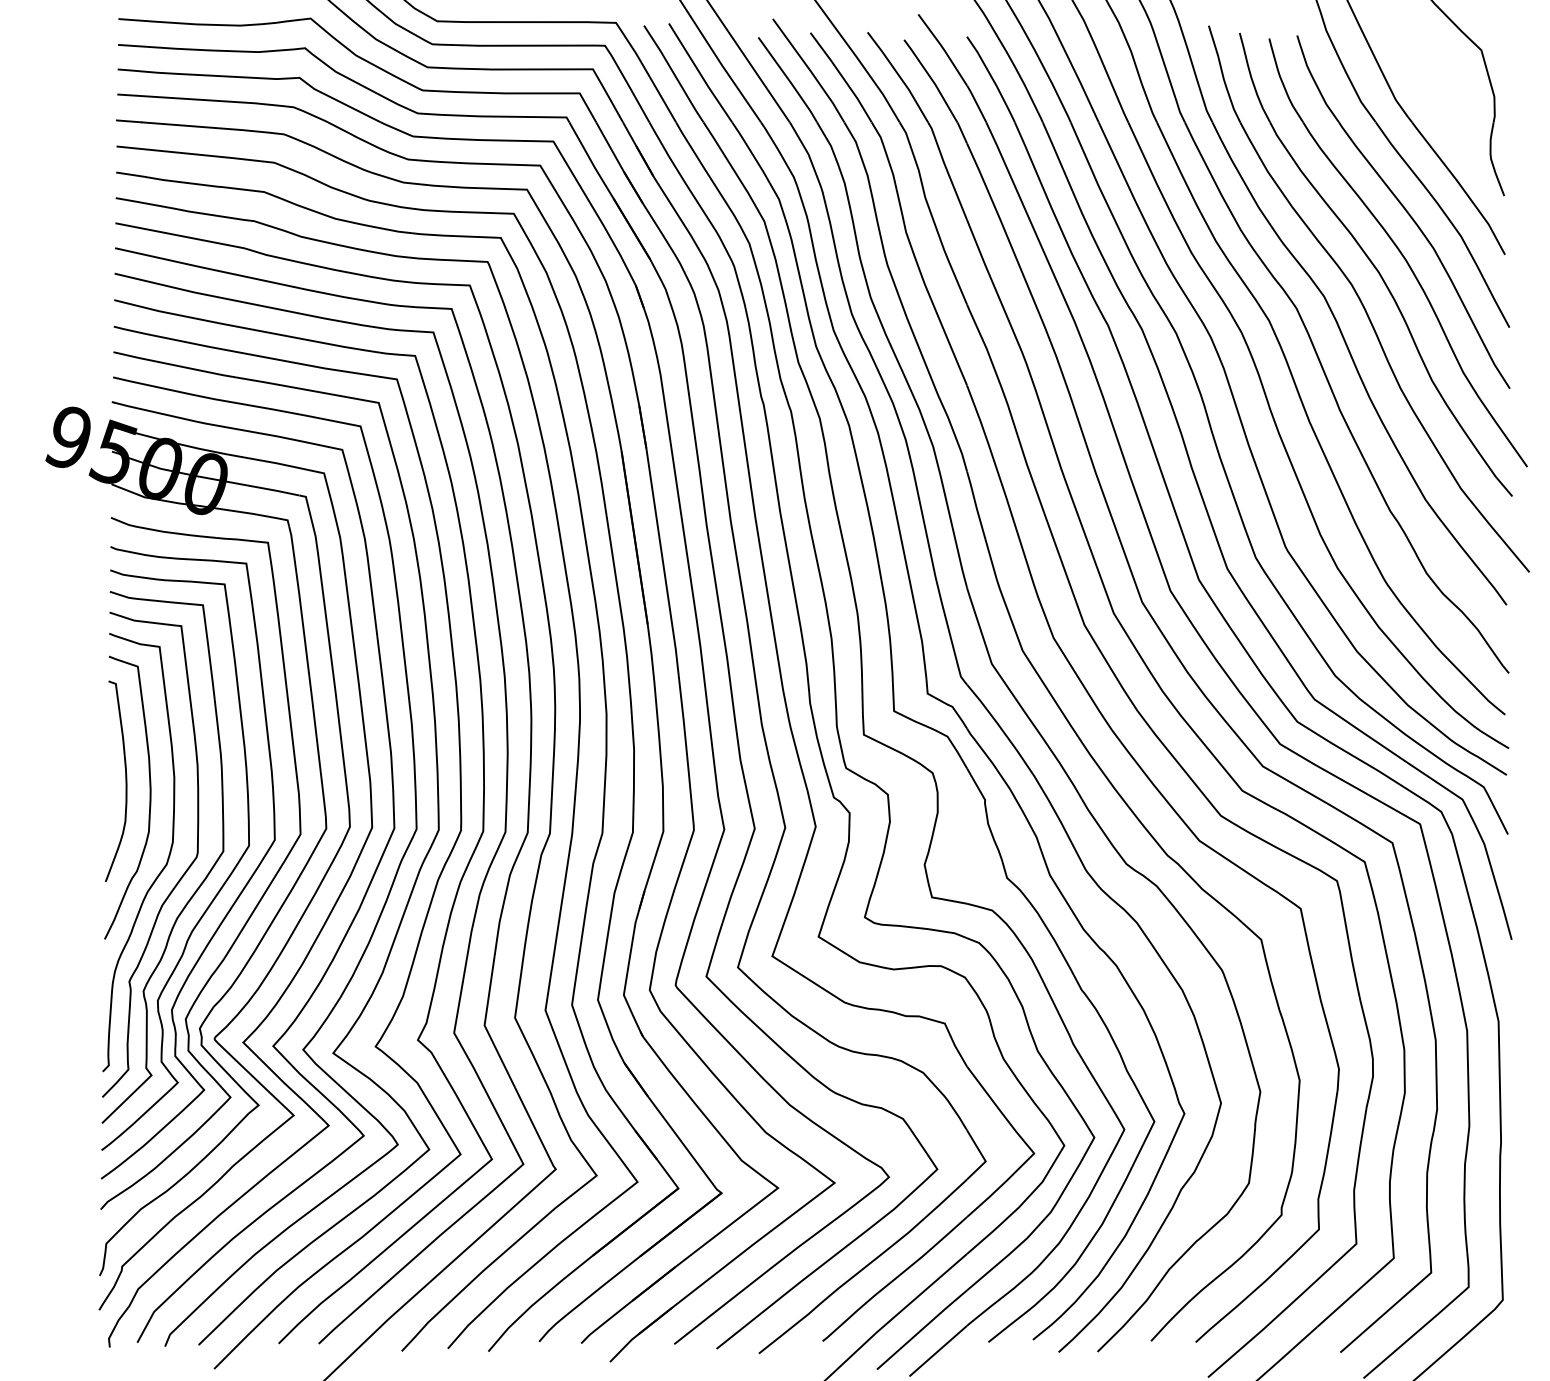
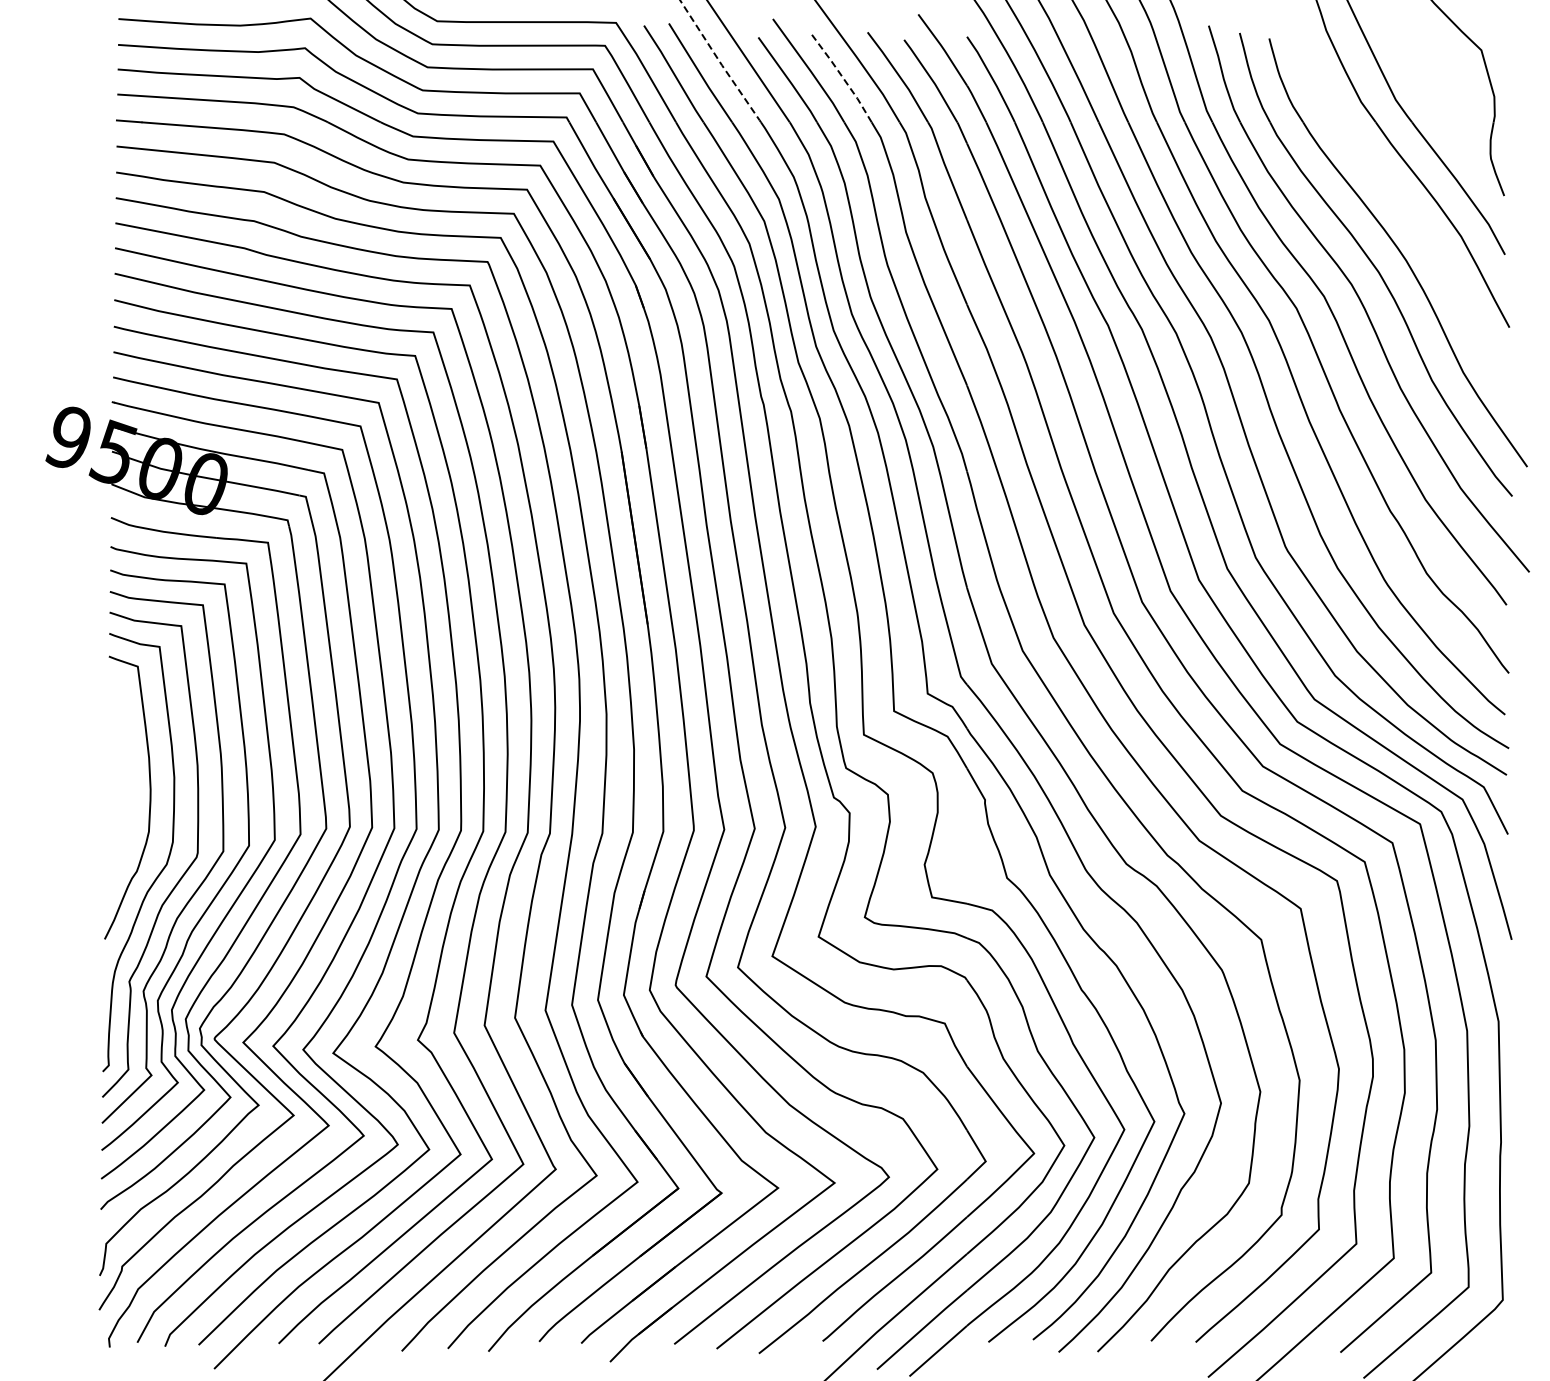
line at (720, 62): solid -> dashed
line at (842, 76): solid -> dashed
part at (1403, 211): present -> none
curve at (125, 780): present -> none
